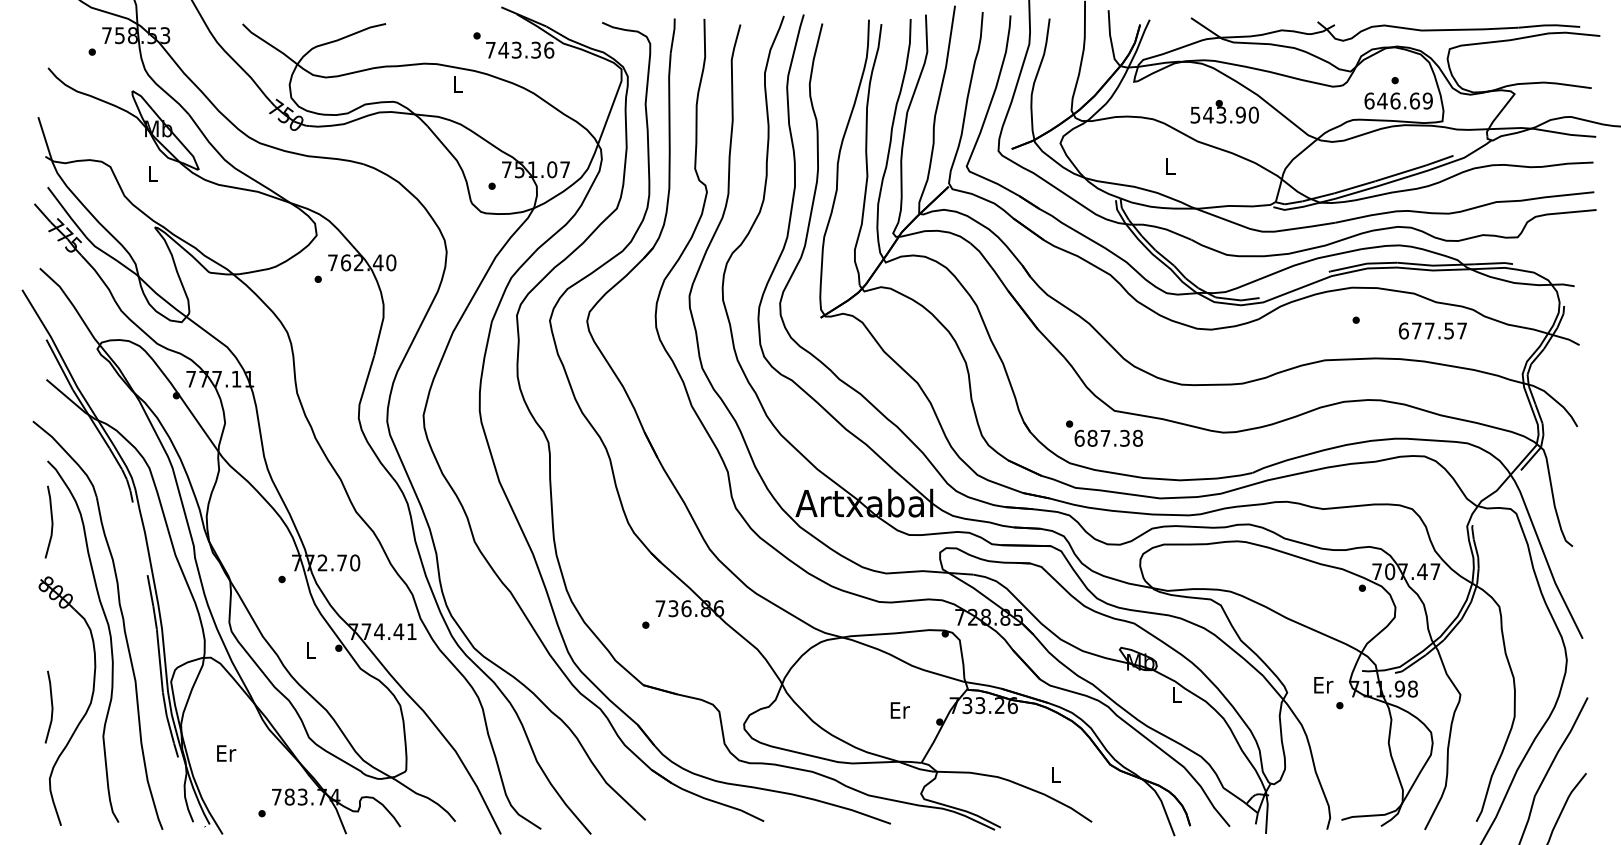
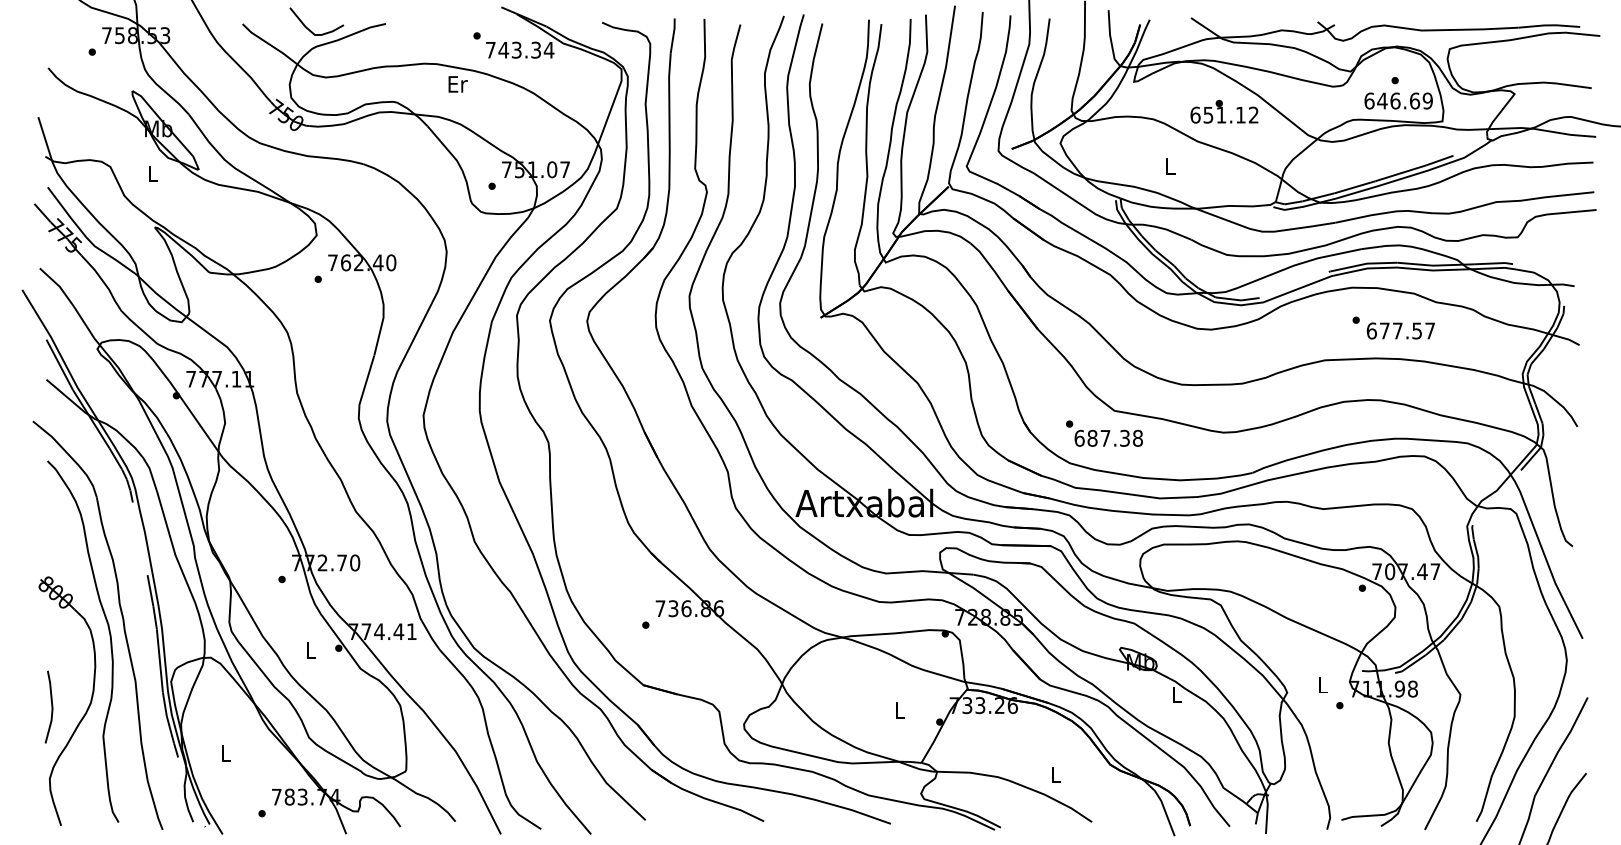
curve at (310, 29): none -> present
text at (548, 49): 743.36 -> 743.34
text at (457, 84): L -> Er
text at (1224, 114): 543.90 -> 651.12
text at (1432, 330) position: (1432, 330) -> (1400, 330)
line at (51, 521): present -> none
text at (1323, 685): Er -> L
text at (899, 710): Er -> L
text at (226, 753): Er -> L
